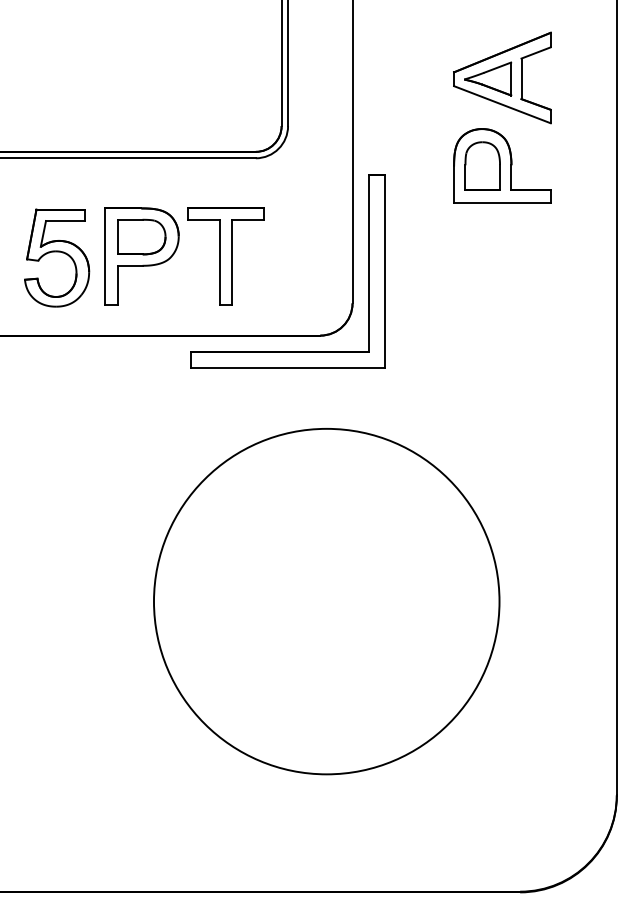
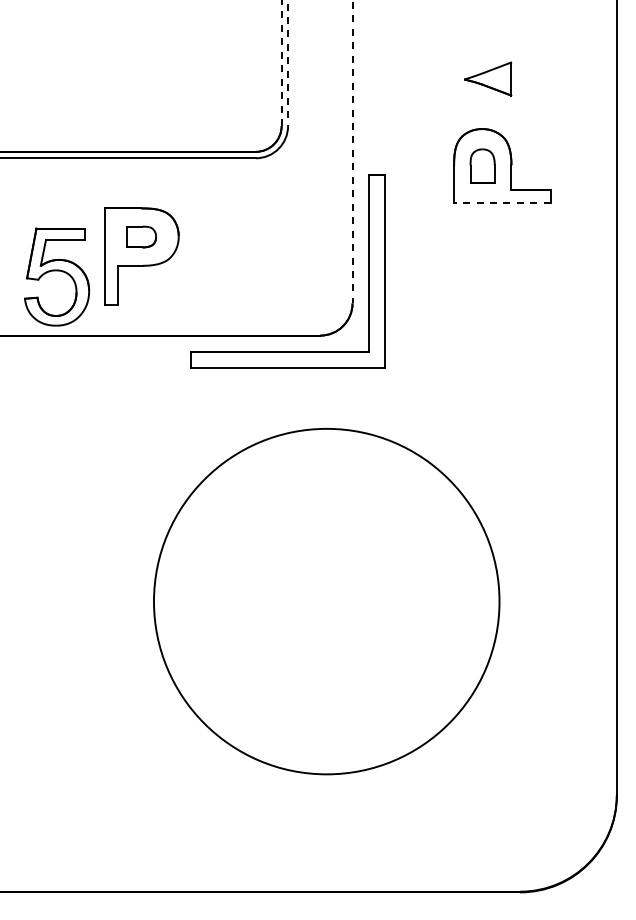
line at (281, 63): solid -> dashed
line at (288, 63): solid -> dashed
part at (502, 77): present -> none
line at (352, 152): solid -> dashed
part at (482, 165) size: 37x50 px -> 27x36 px
line at (501, 202): solid -> dashed
part at (141, 236) size: 50x38 px -> 32x24 px
part at (225, 256): present -> none
part at (57, 257) position: (57, 257) -> (57, 276)
